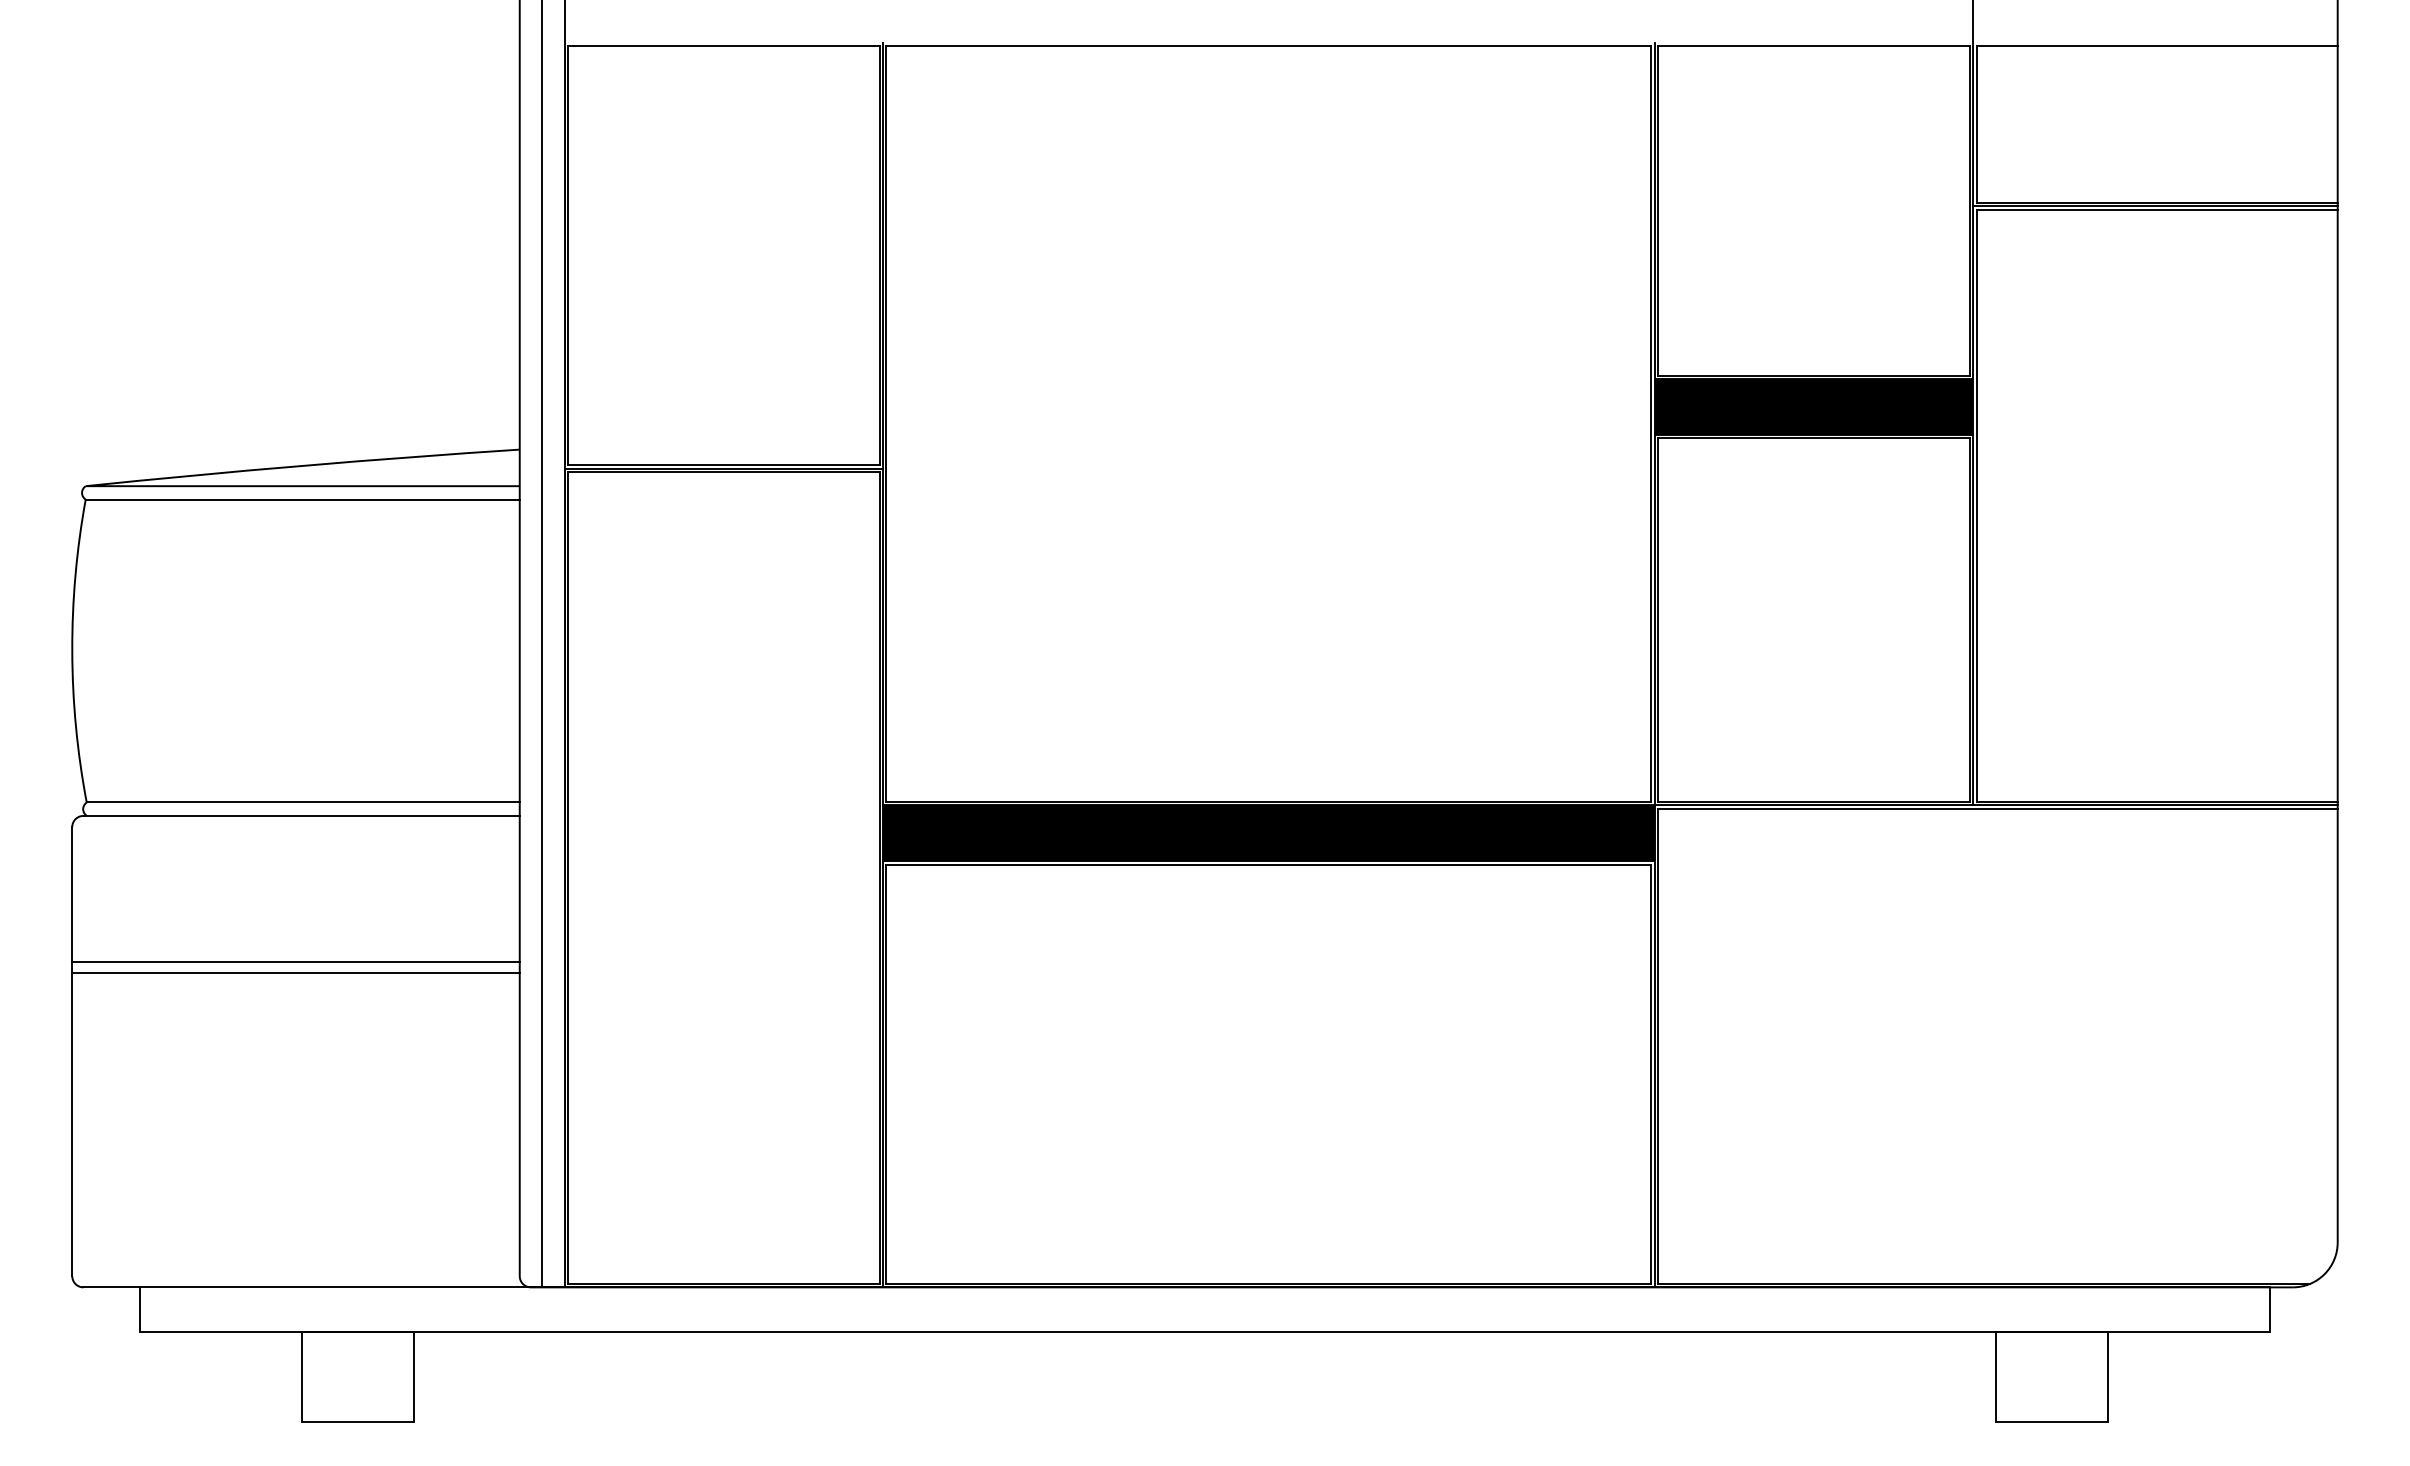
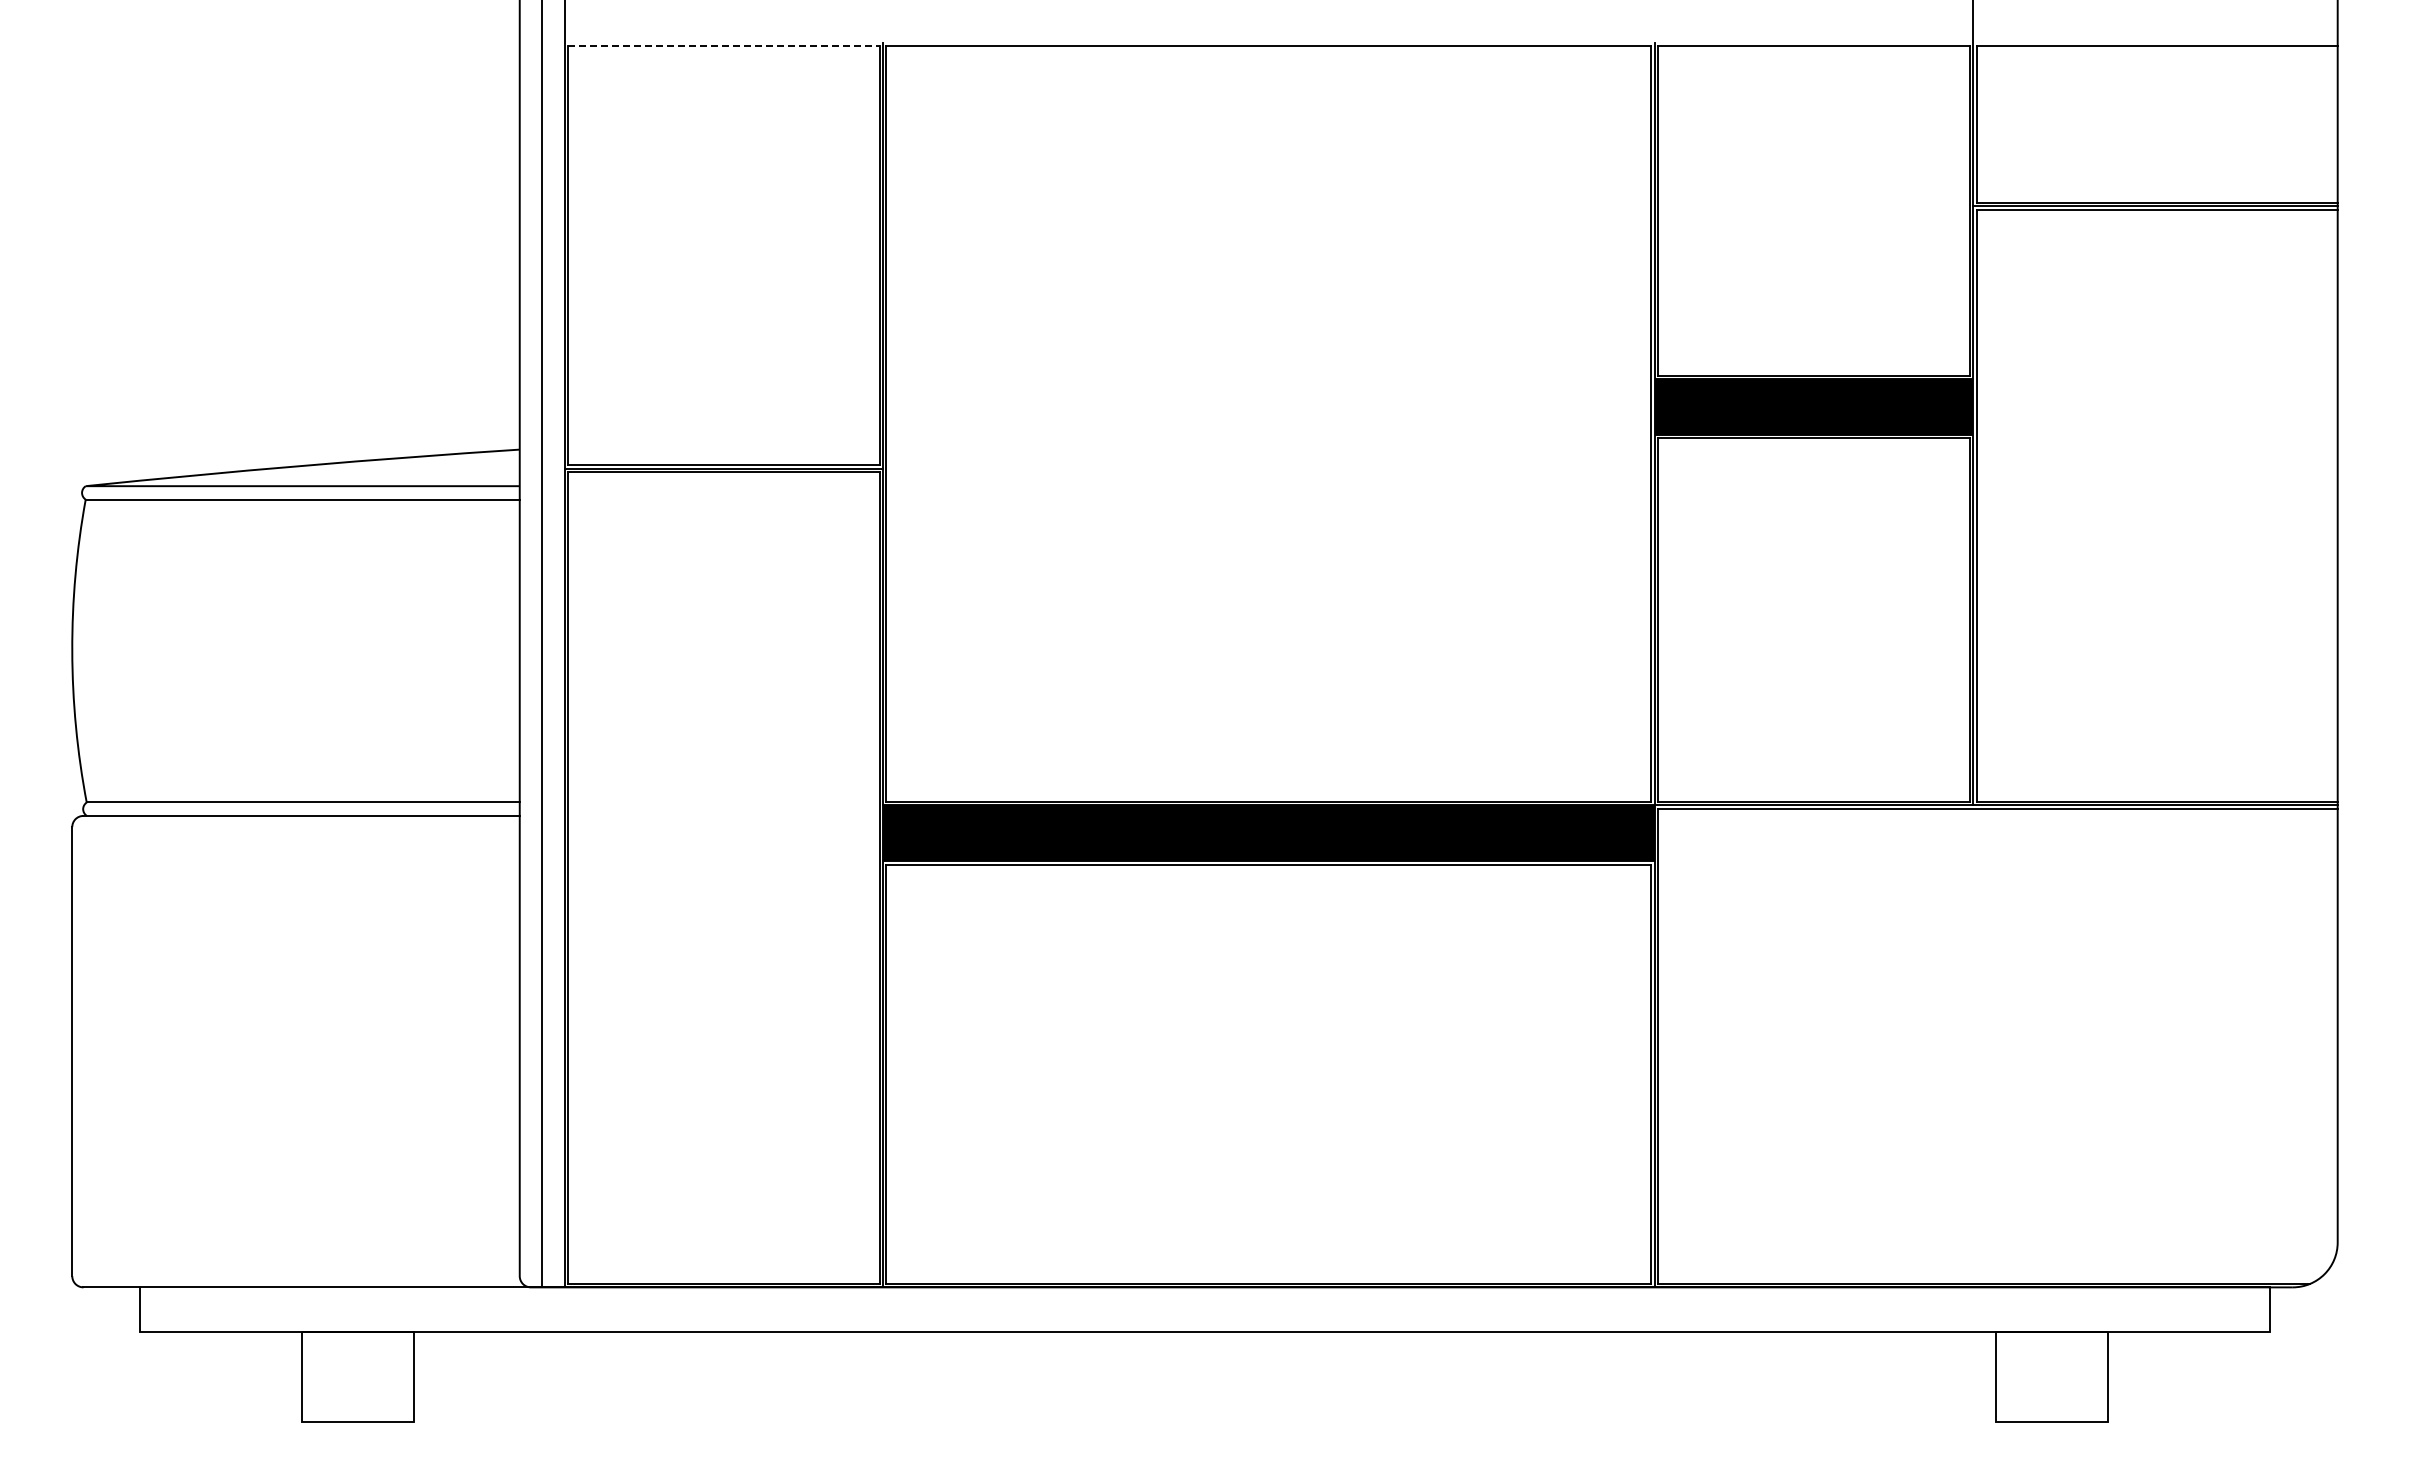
line at (723, 45): solid -> dashed
line at (295, 962): present -> none
line at (295, 973): present -> none
